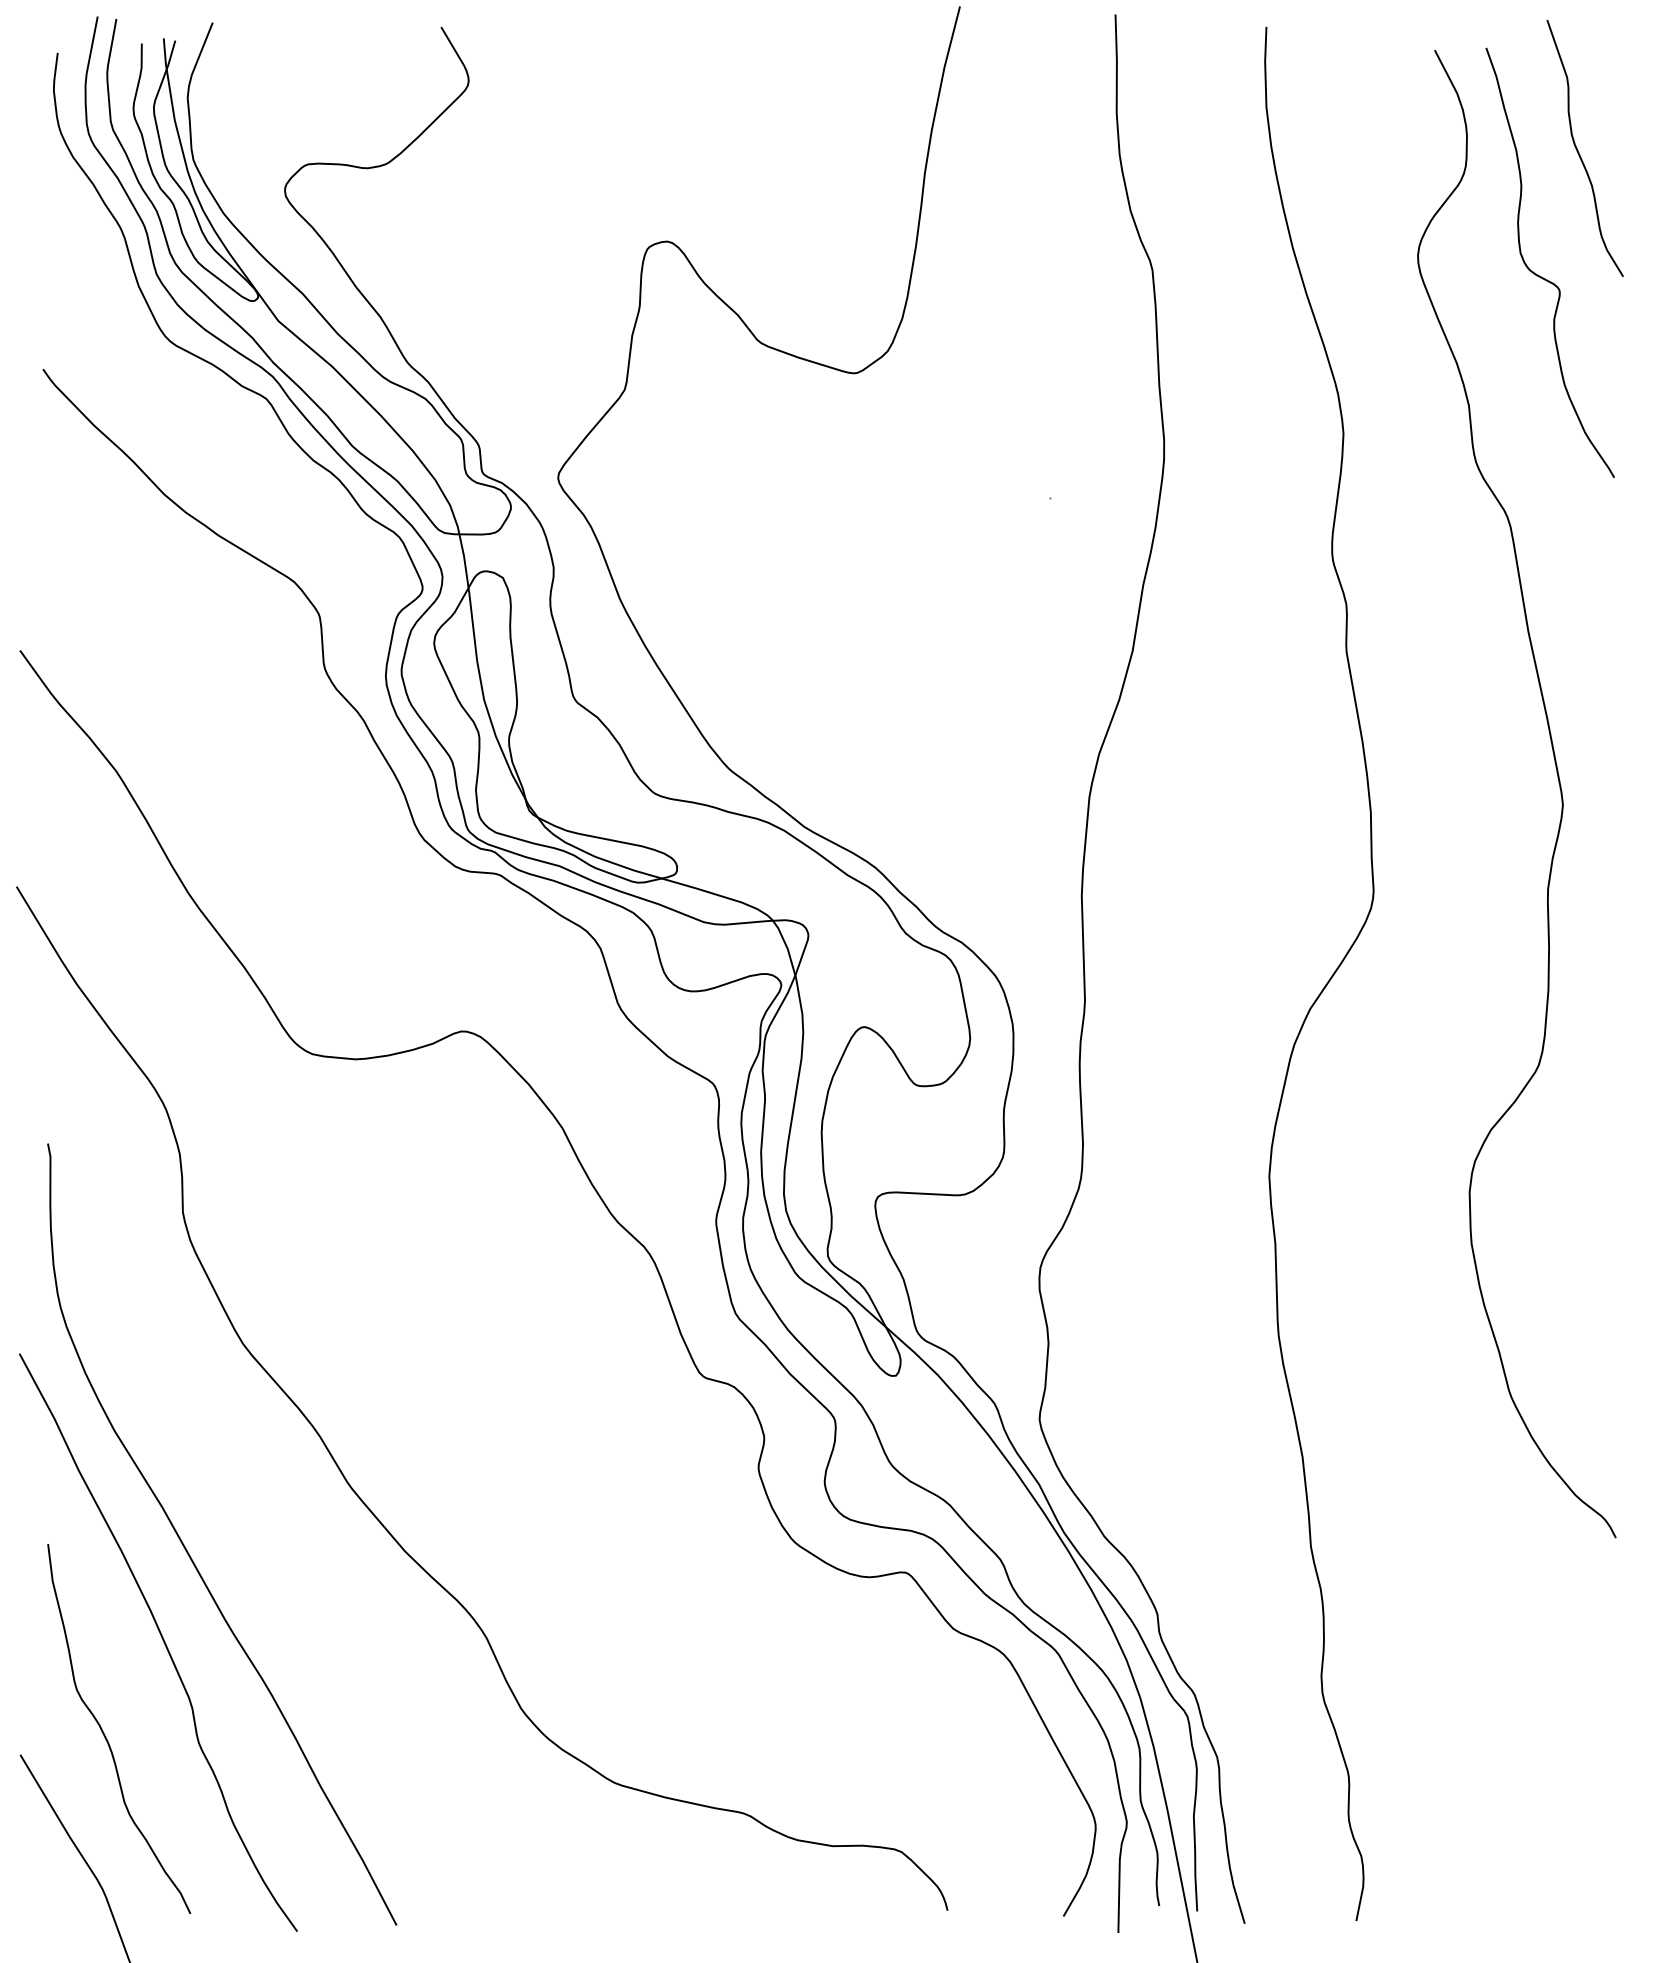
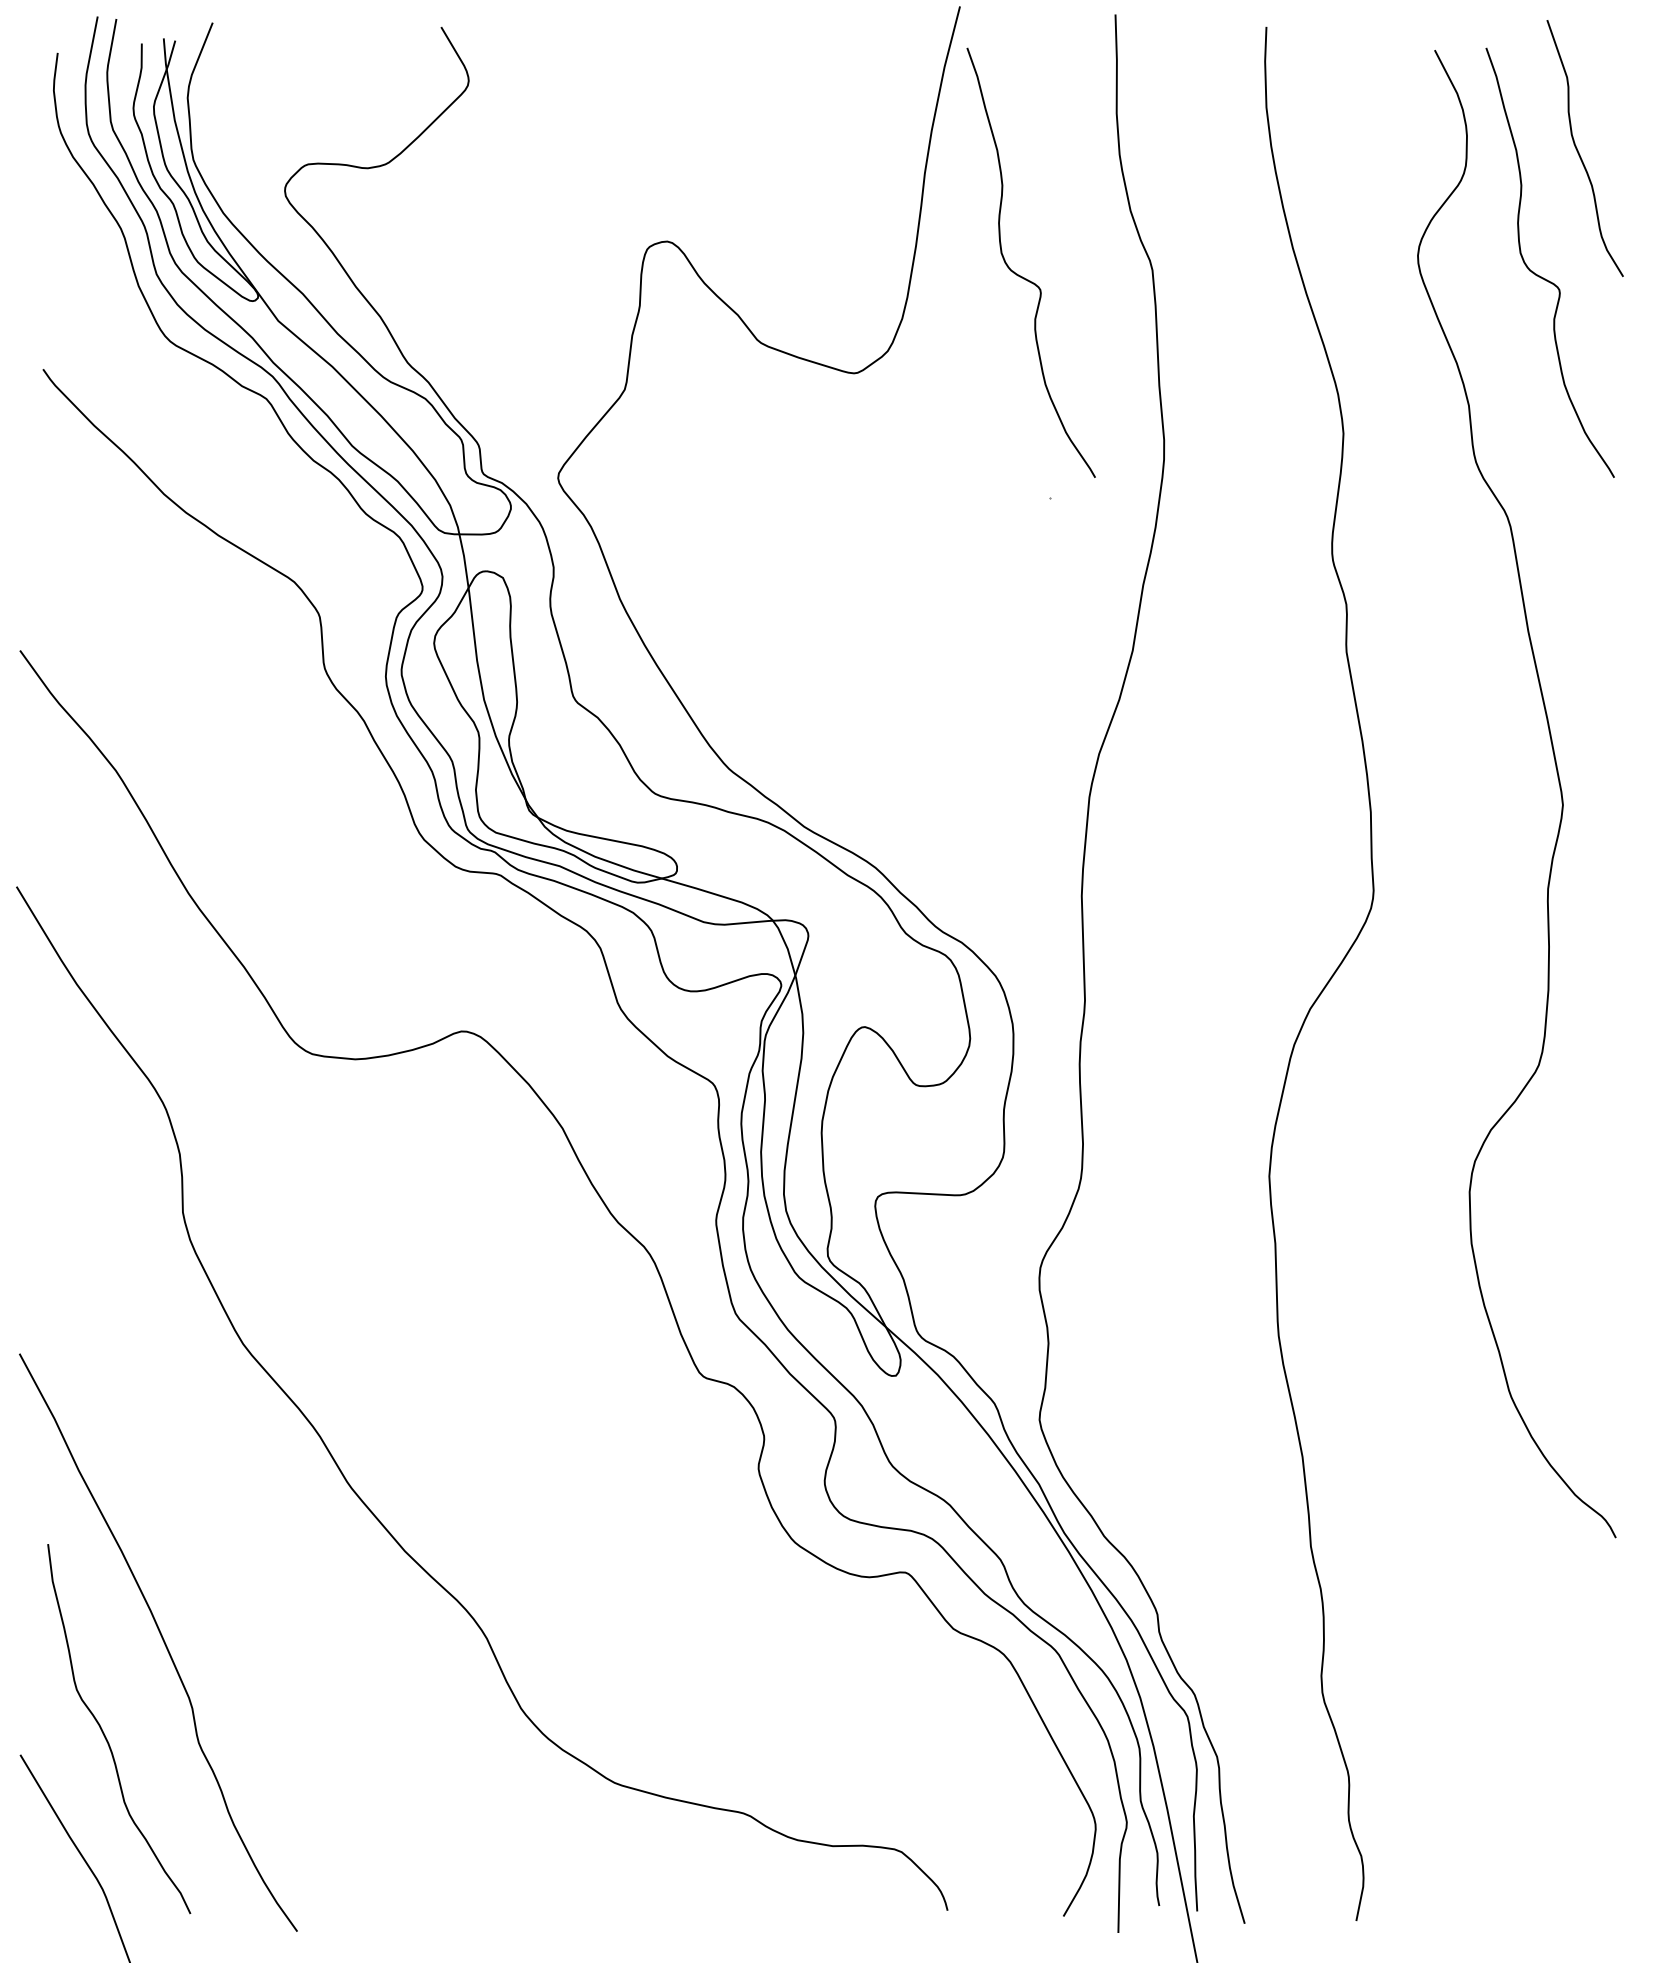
curve at (1022, 276): none -> present
curve at (189, 1553): present -> none
